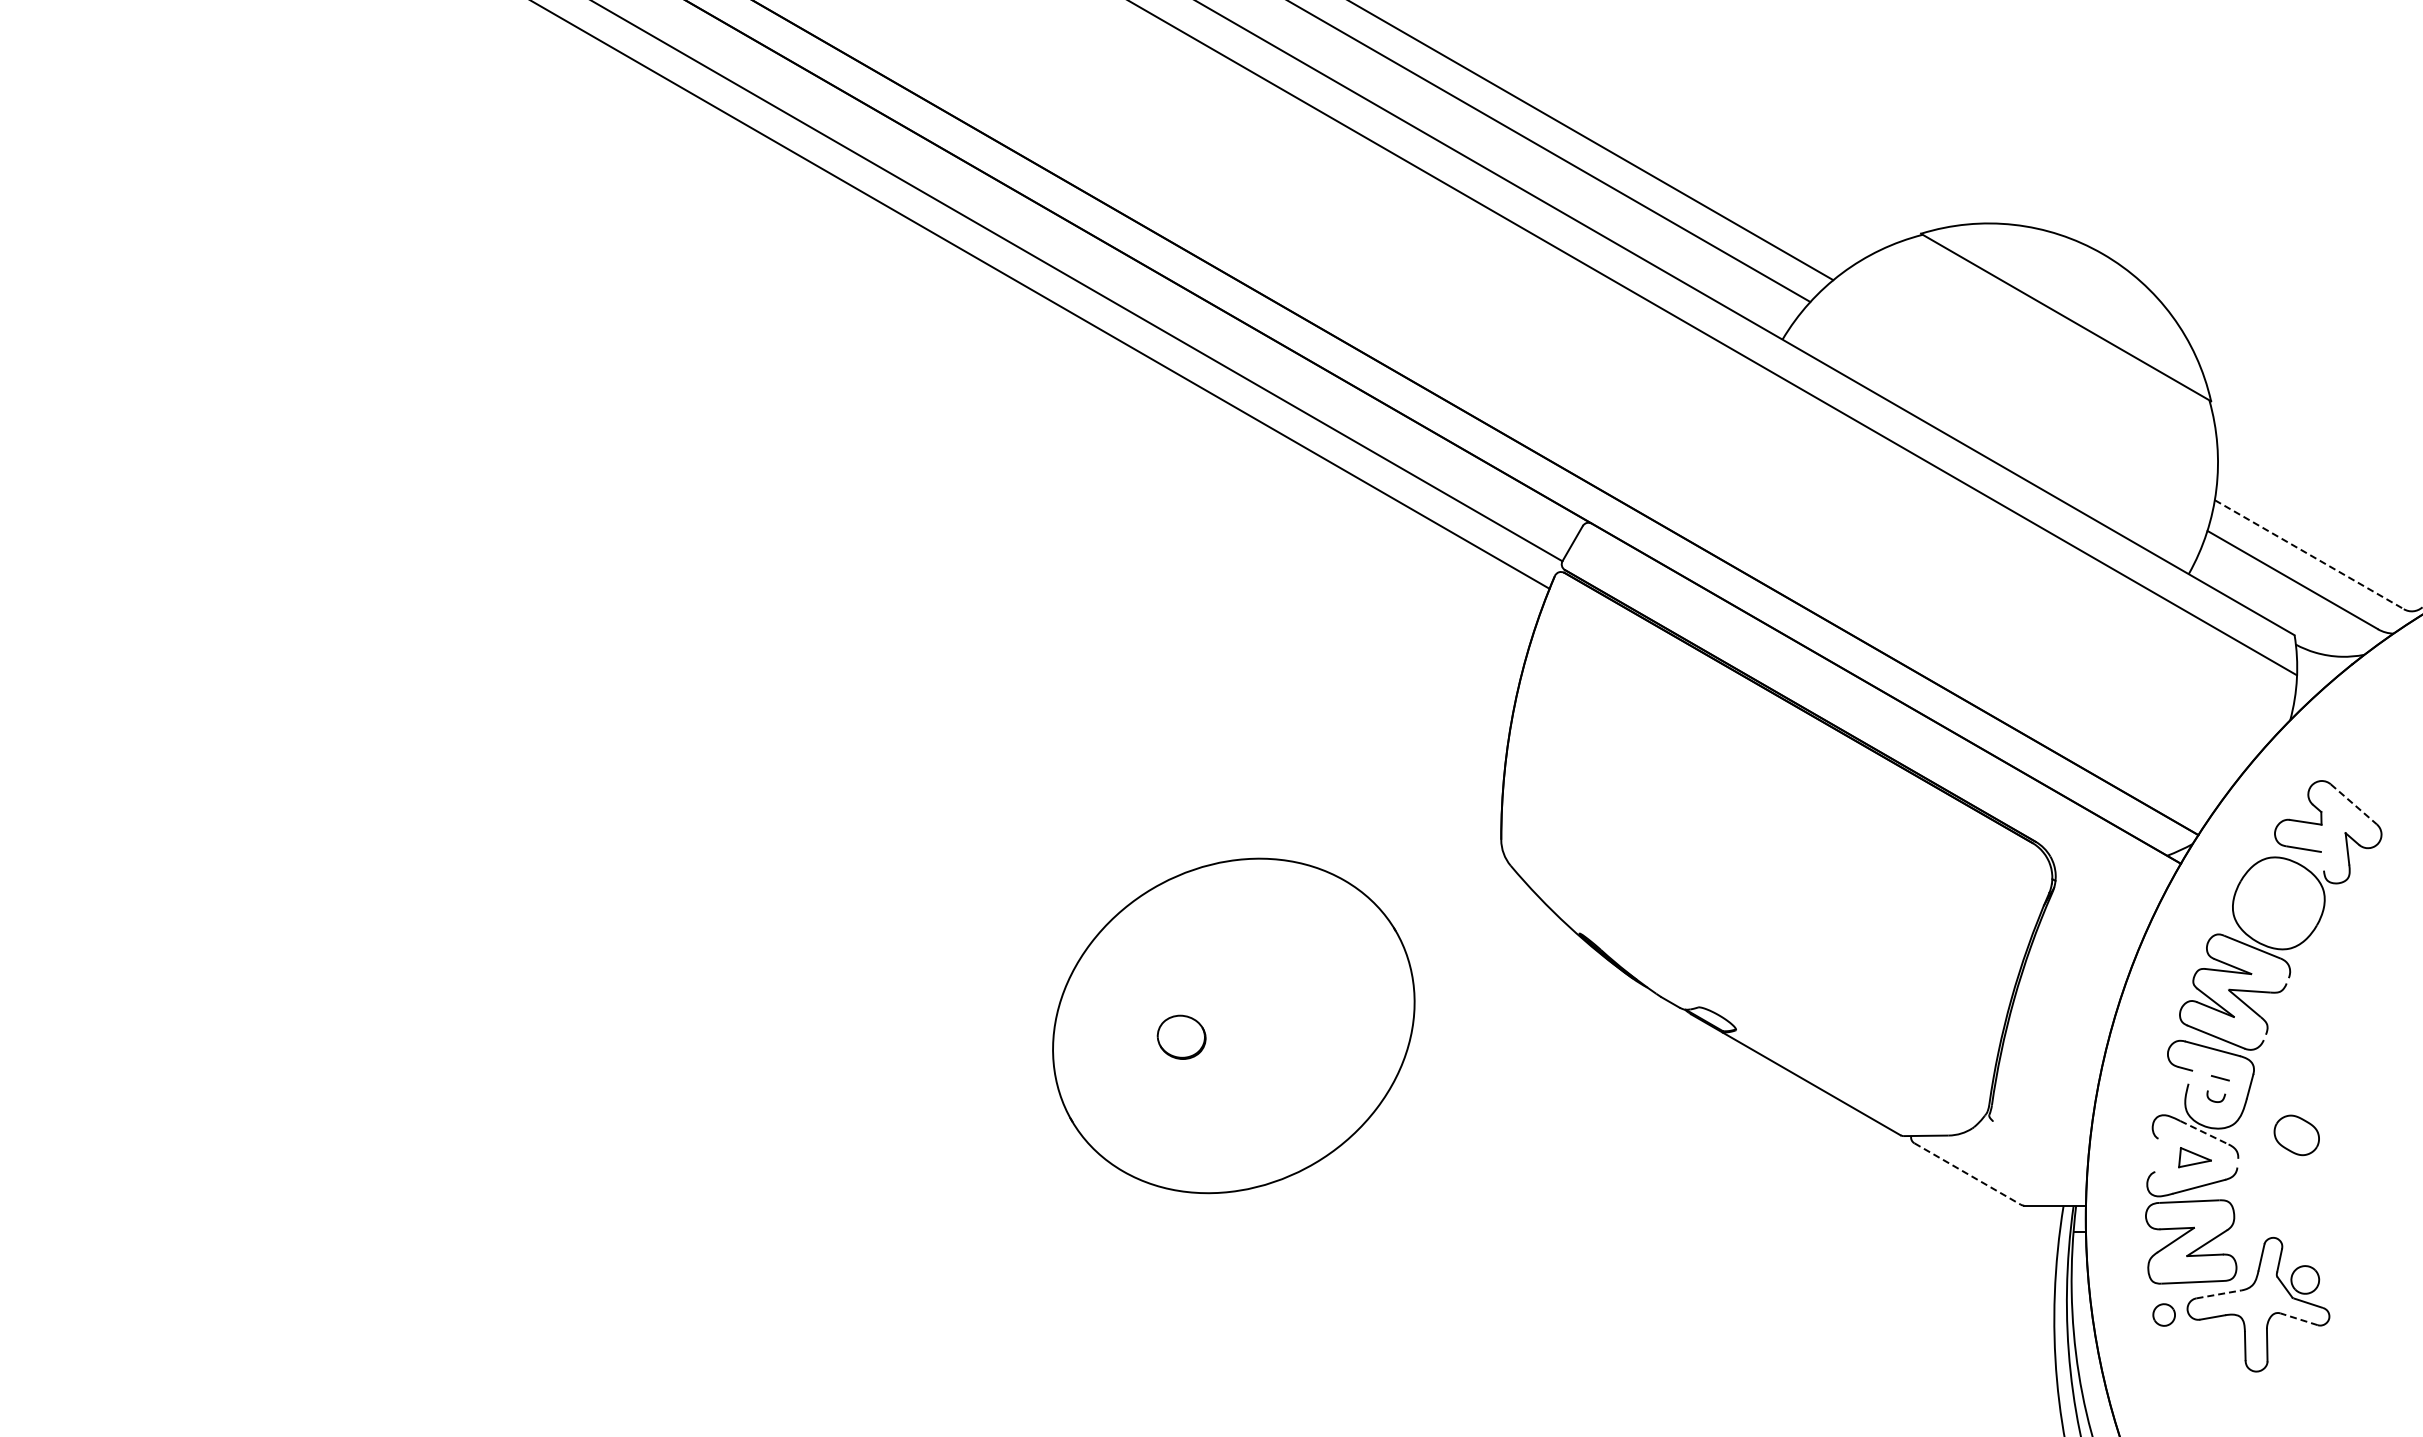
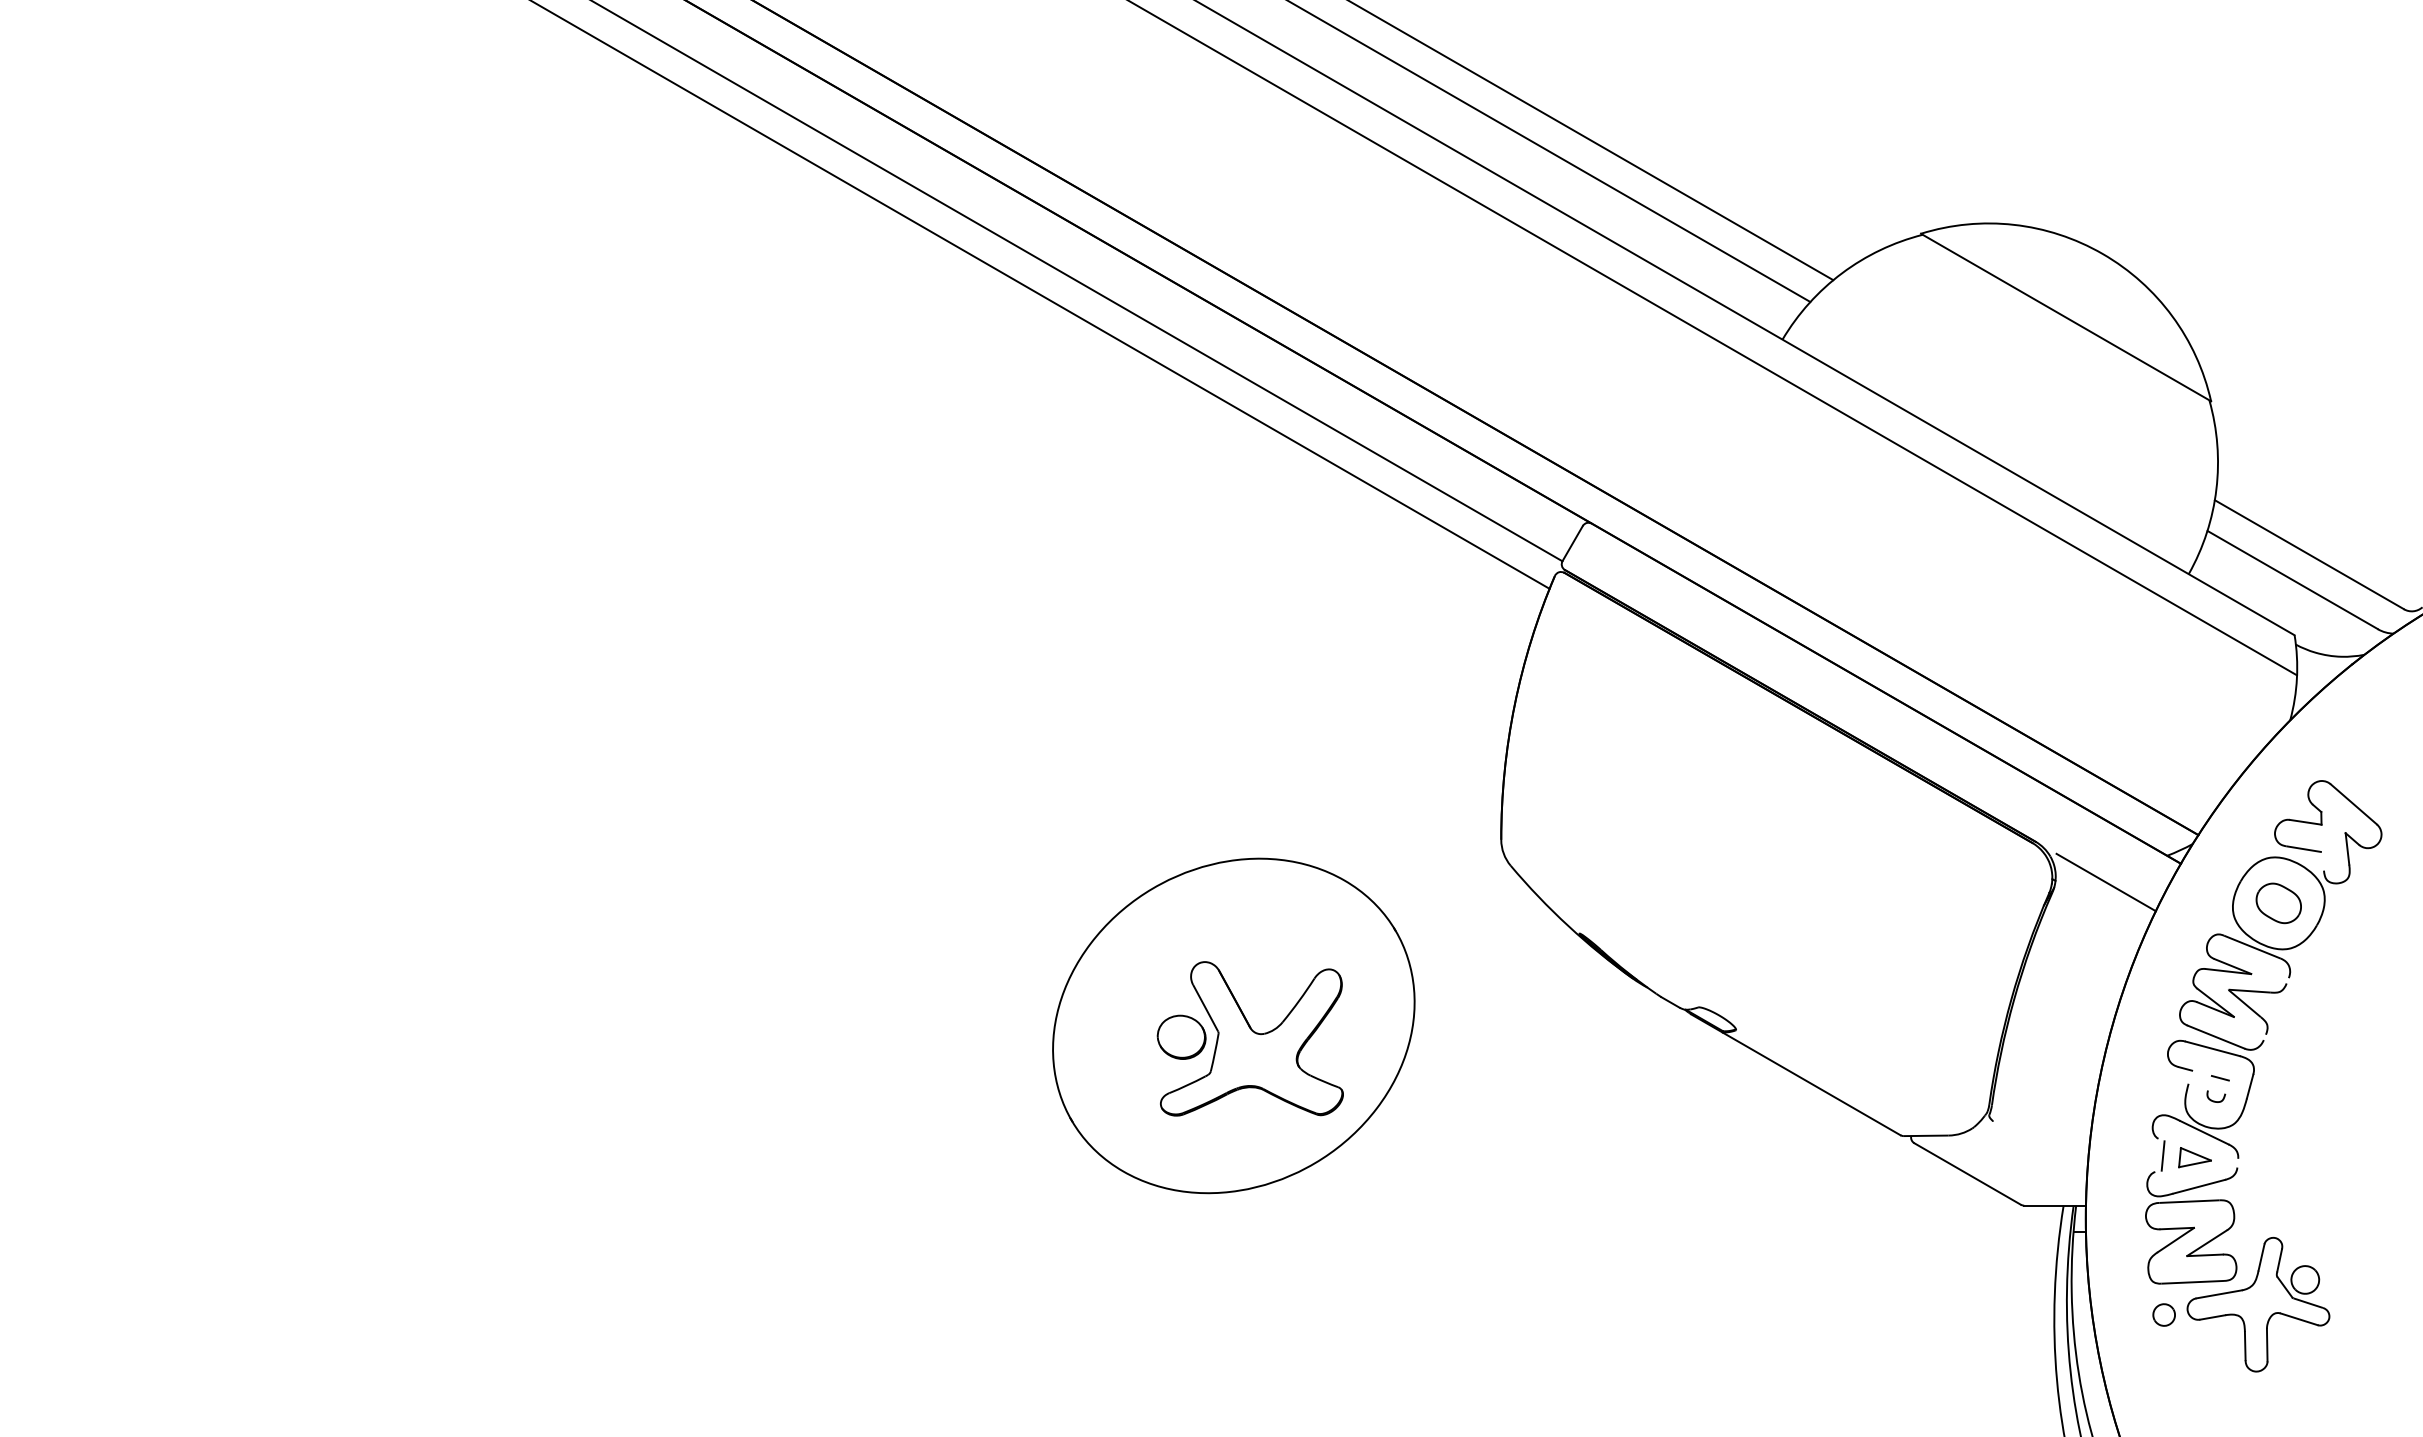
line at (2309, 554): dashed -> solid
line at (2353, 804): dashed -> solid
line at (2105, 882): none -> present
part at (1251, 1038): none -> present
line at (2204, 1132): dashed -> solid
part at (2296, 1135) position: (2296, 1135) -> (2278, 903)
line at (2162, 1155): none -> present
line at (1968, 1174): dashed -> solid
line at (2219, 1294): dashed -> solid
line at (2298, 1319): dashed -> solid
